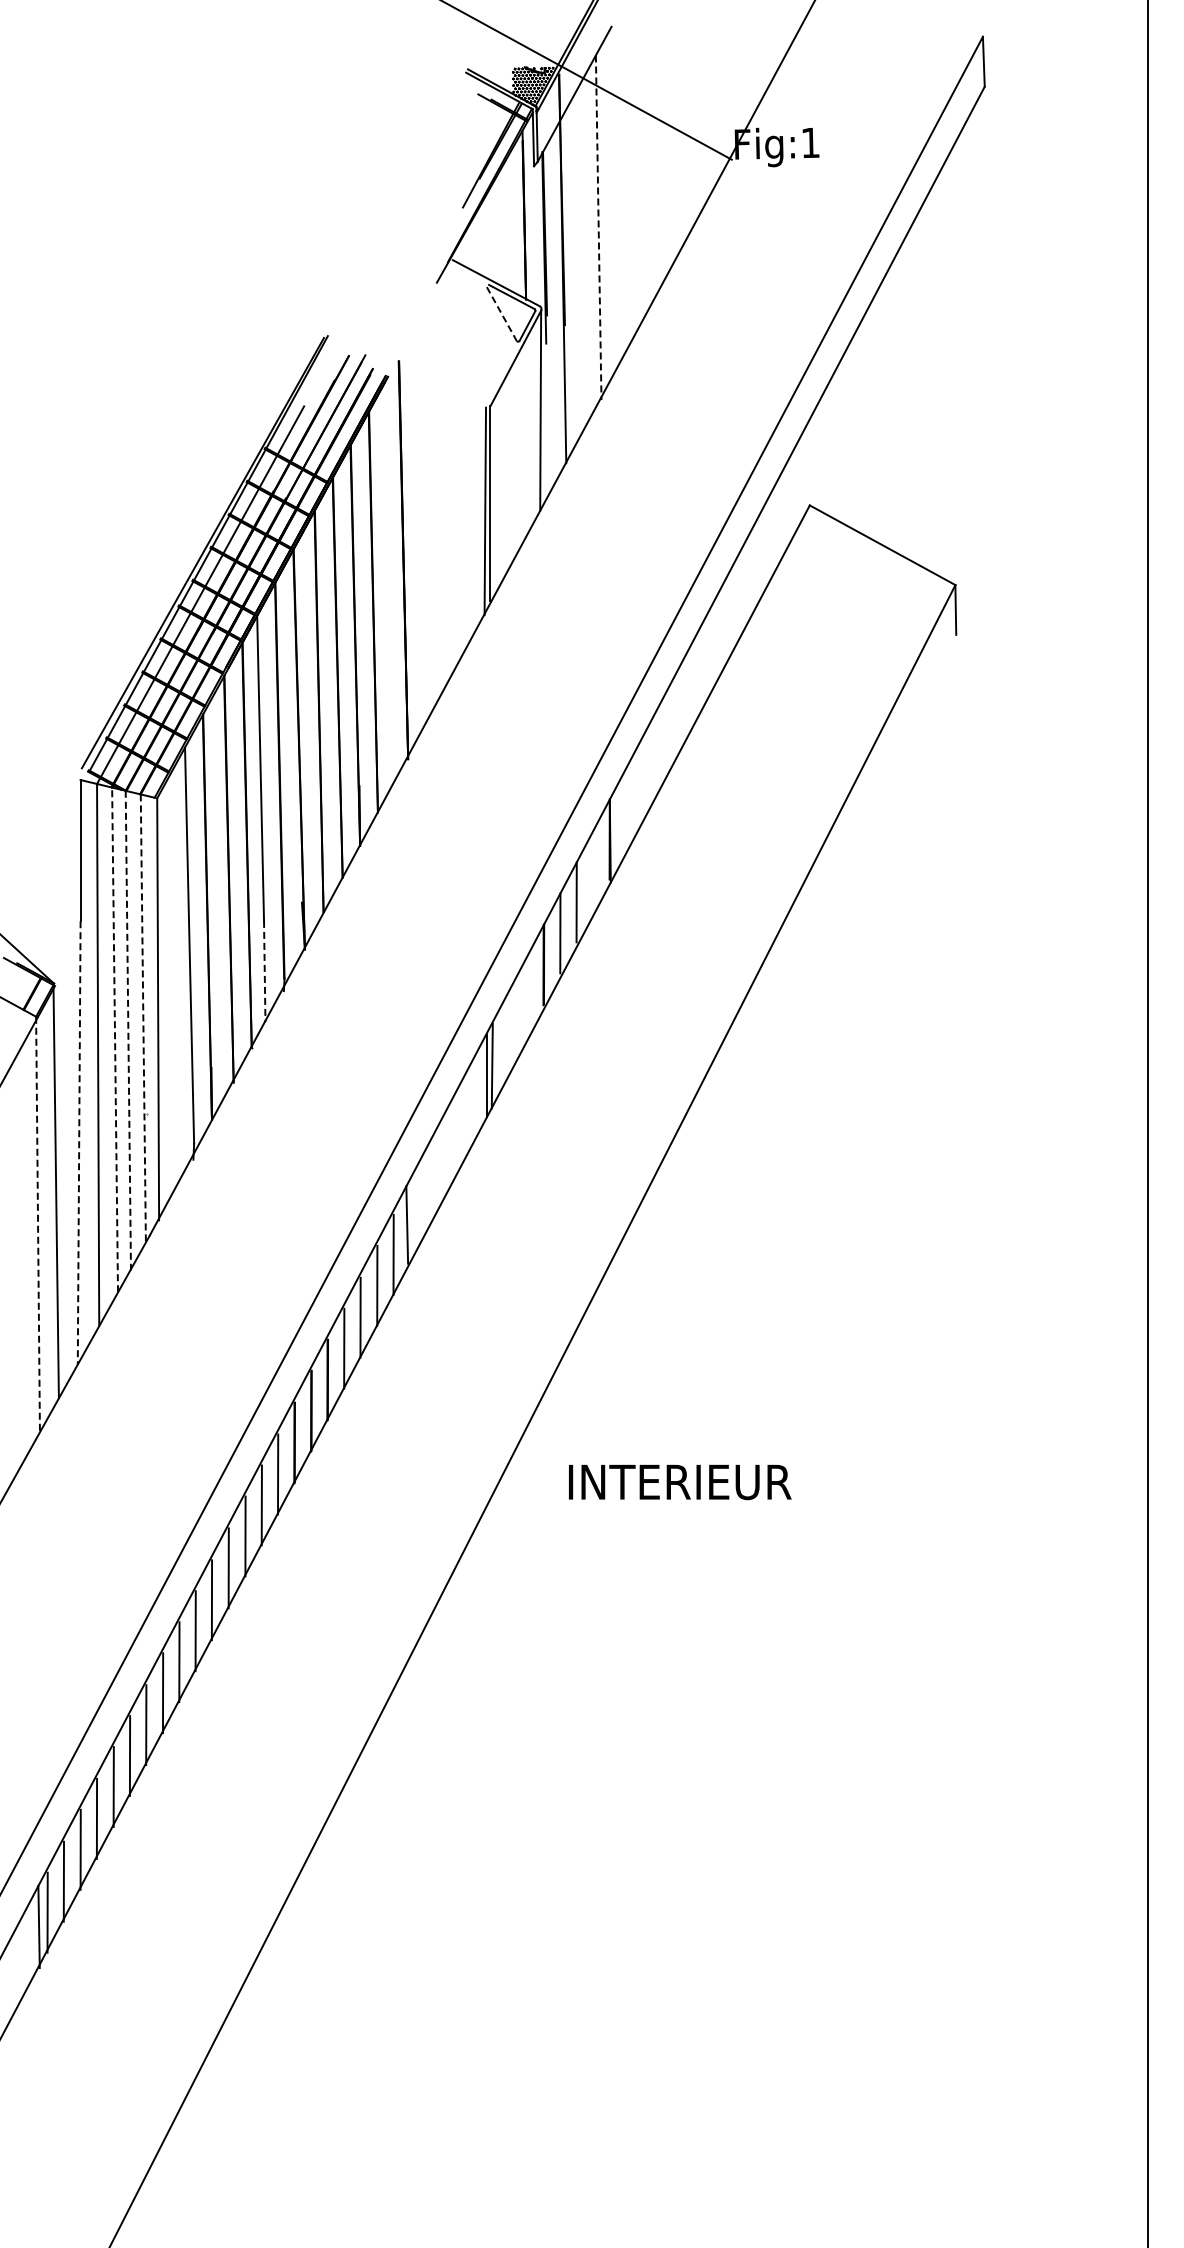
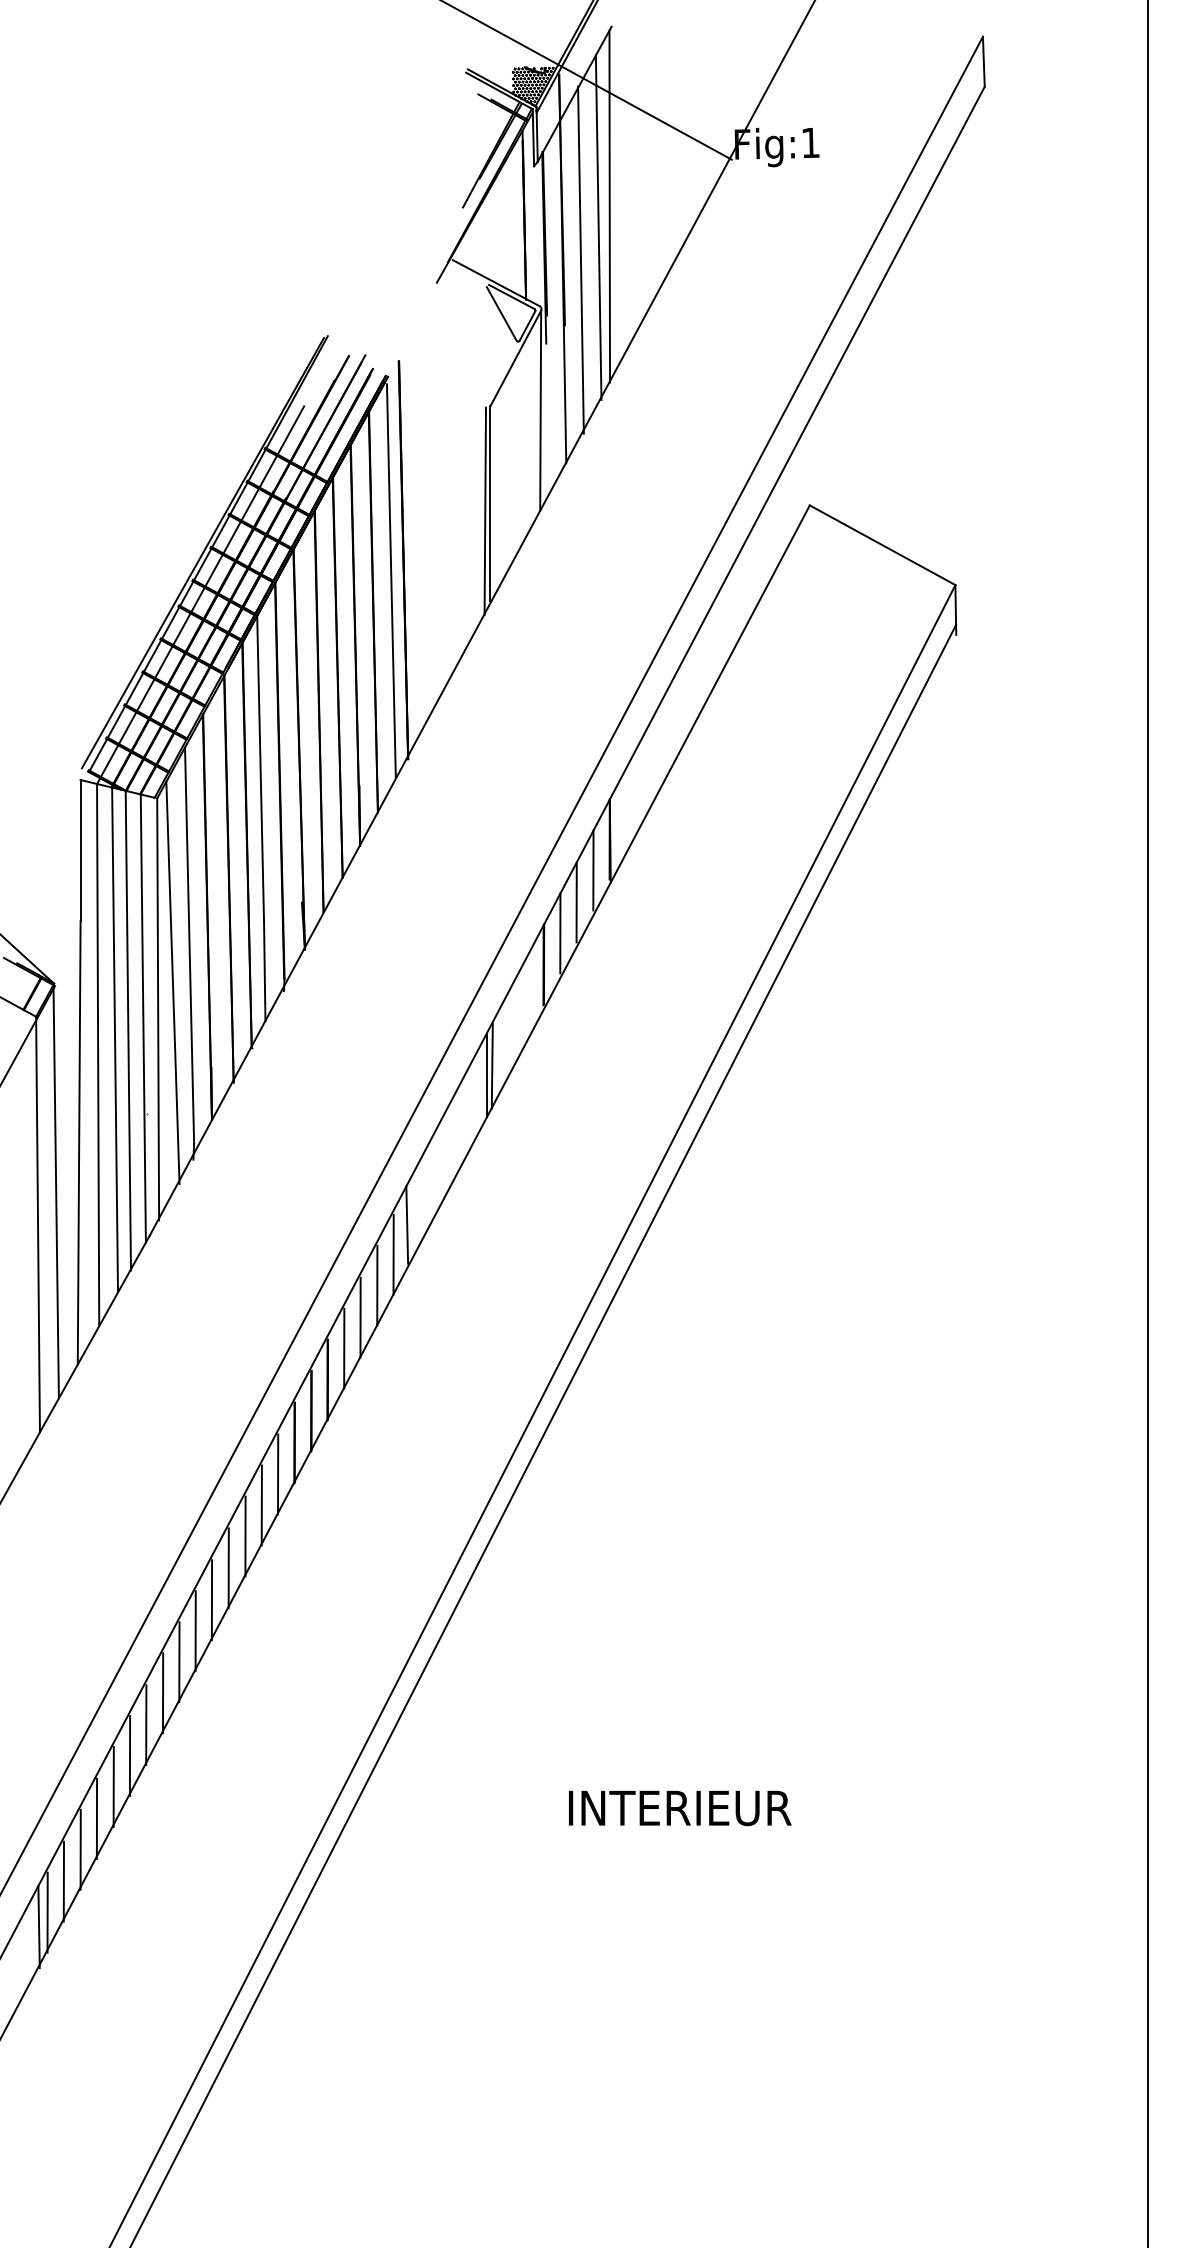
line at (609, 206): none -> present
line at (598, 228): dashed -> solid
line at (580, 259): none -> present
line at (501, 314): dashed -> solid
line at (390, 580): none -> present
line at (593, 870): none -> present
line at (264, 971): dashed -> solid
line at (172, 982): none -> present
line at (143, 1019): dashed -> solid
line at (128, 1030): dashed -> solid
line at (115, 1039): dashed -> solid
line at (79, 1142): dashed -> solid
line at (38, 1224): dashed -> solid
line at (543, 1434): none -> present
text at (680, 1482) position: (680, 1482) -> (680, 1808)
